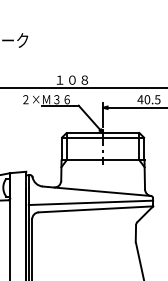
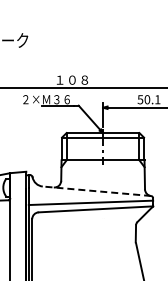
text at (148, 99): 40.5 -> 50.1
line at (96, 191): solid -> dashed
